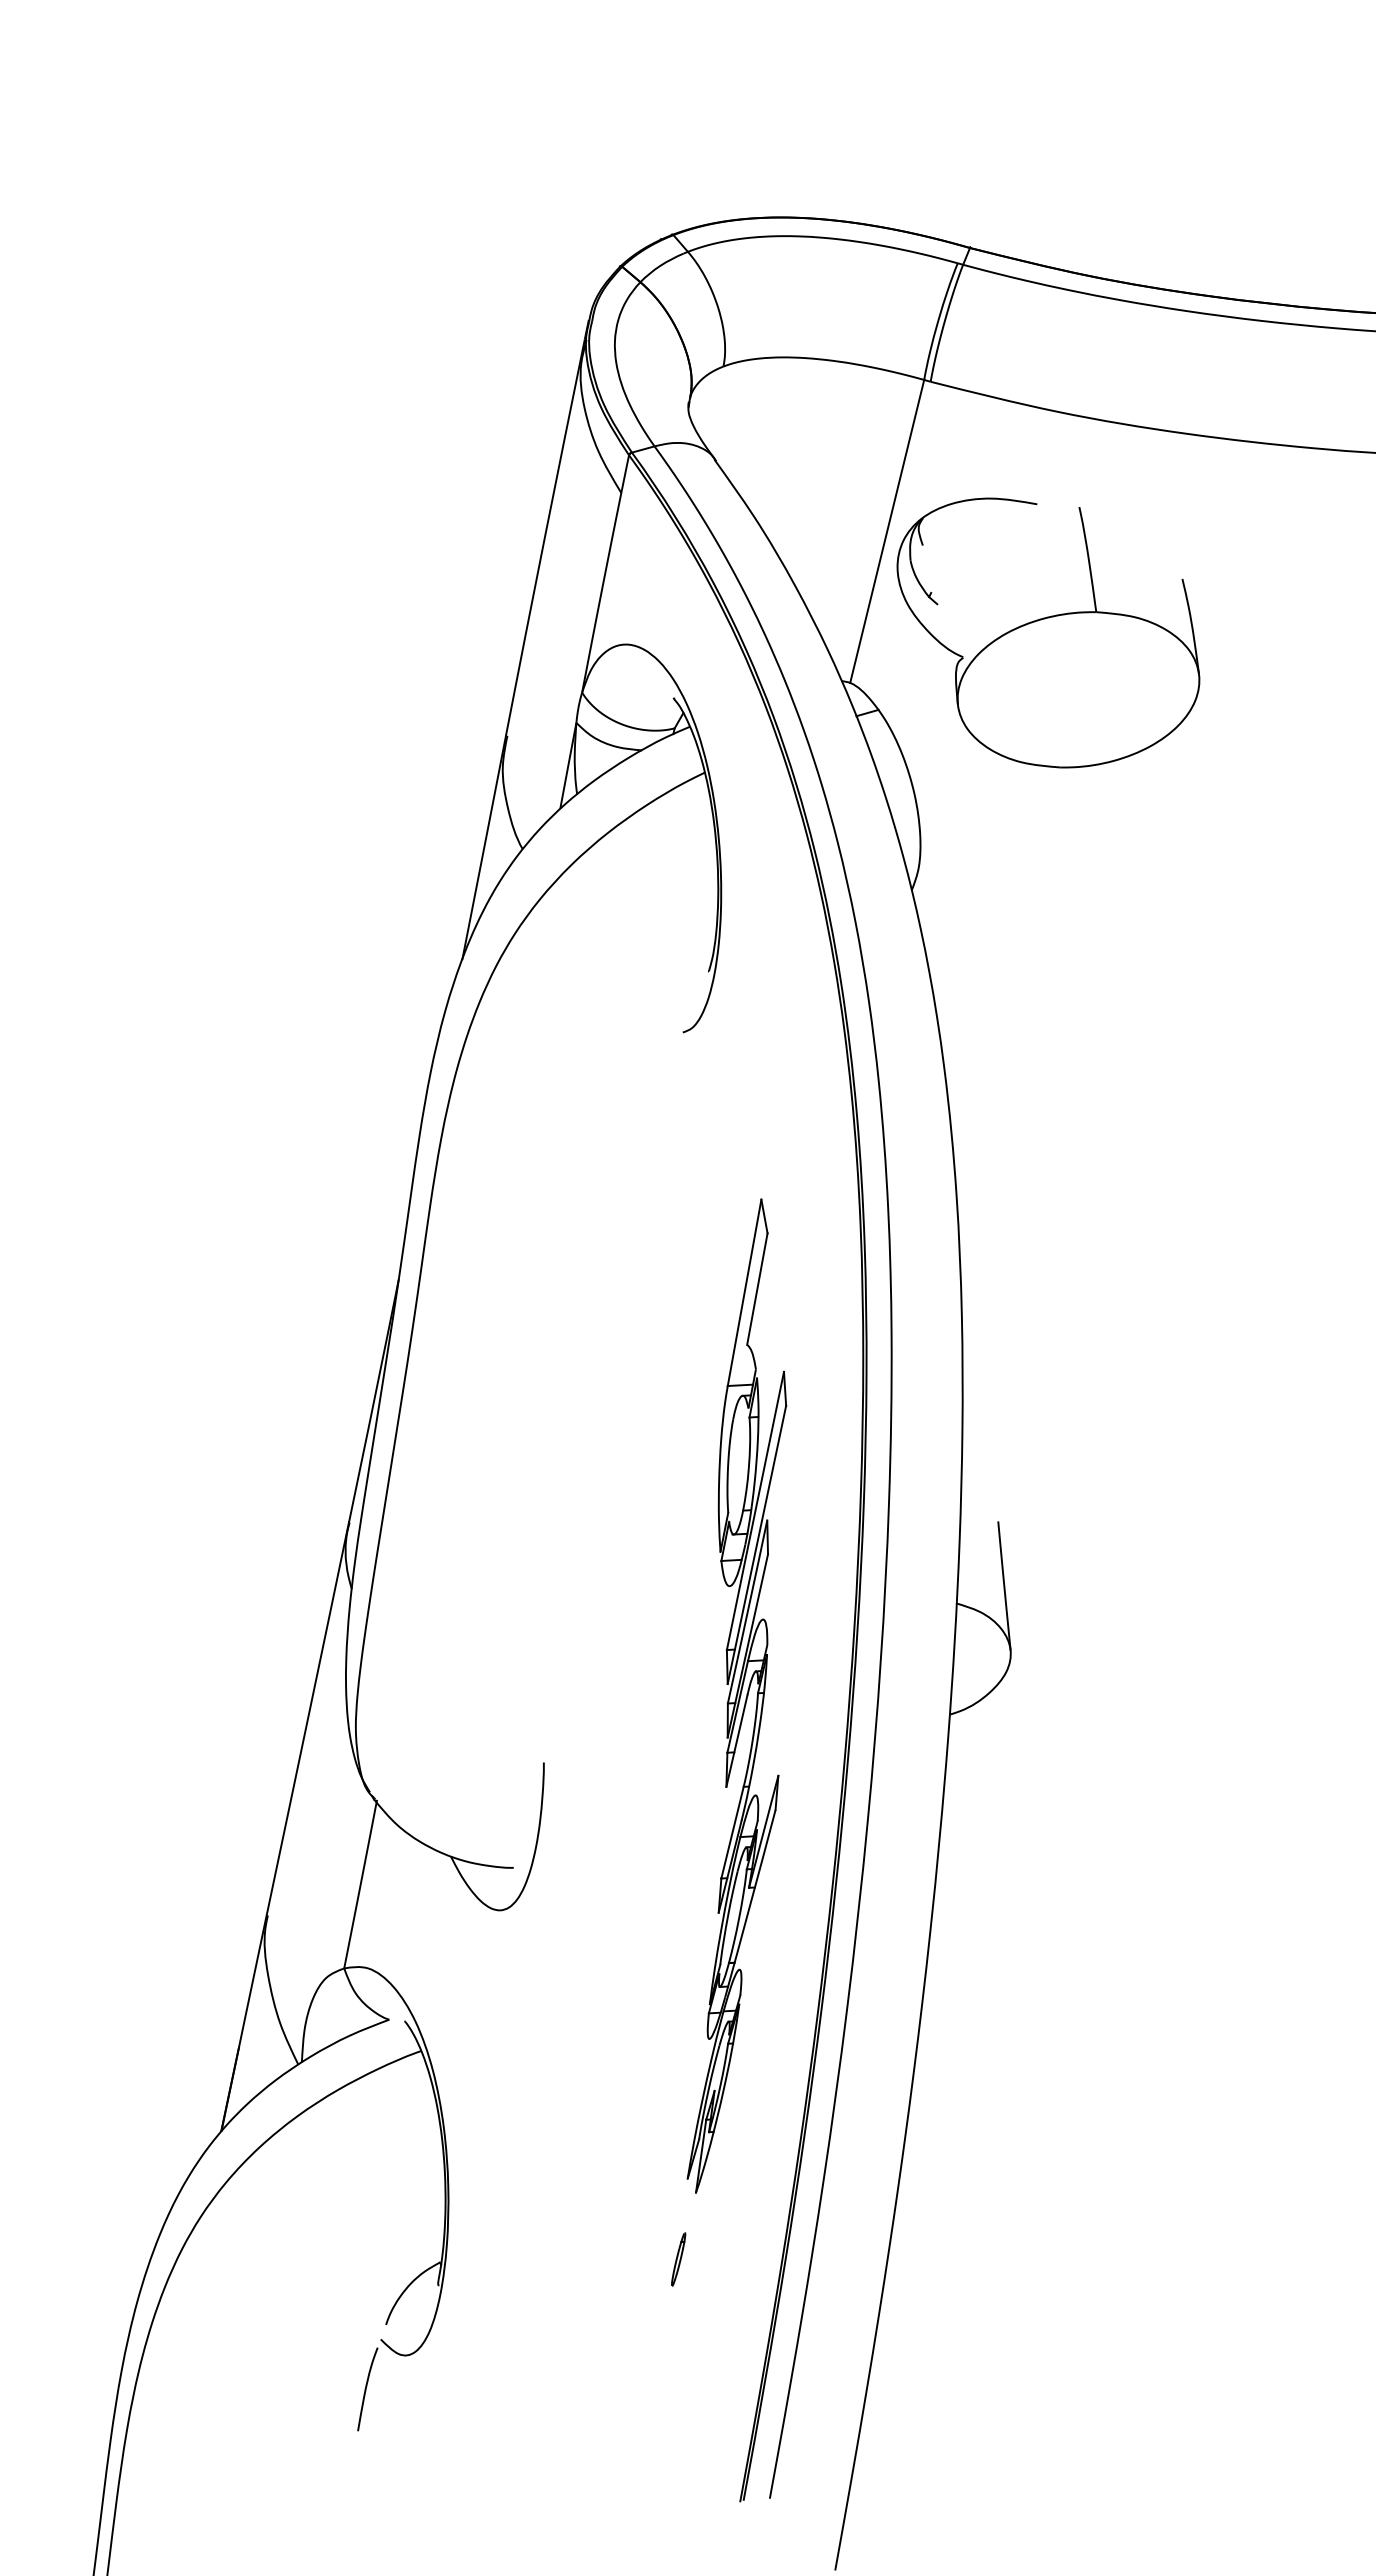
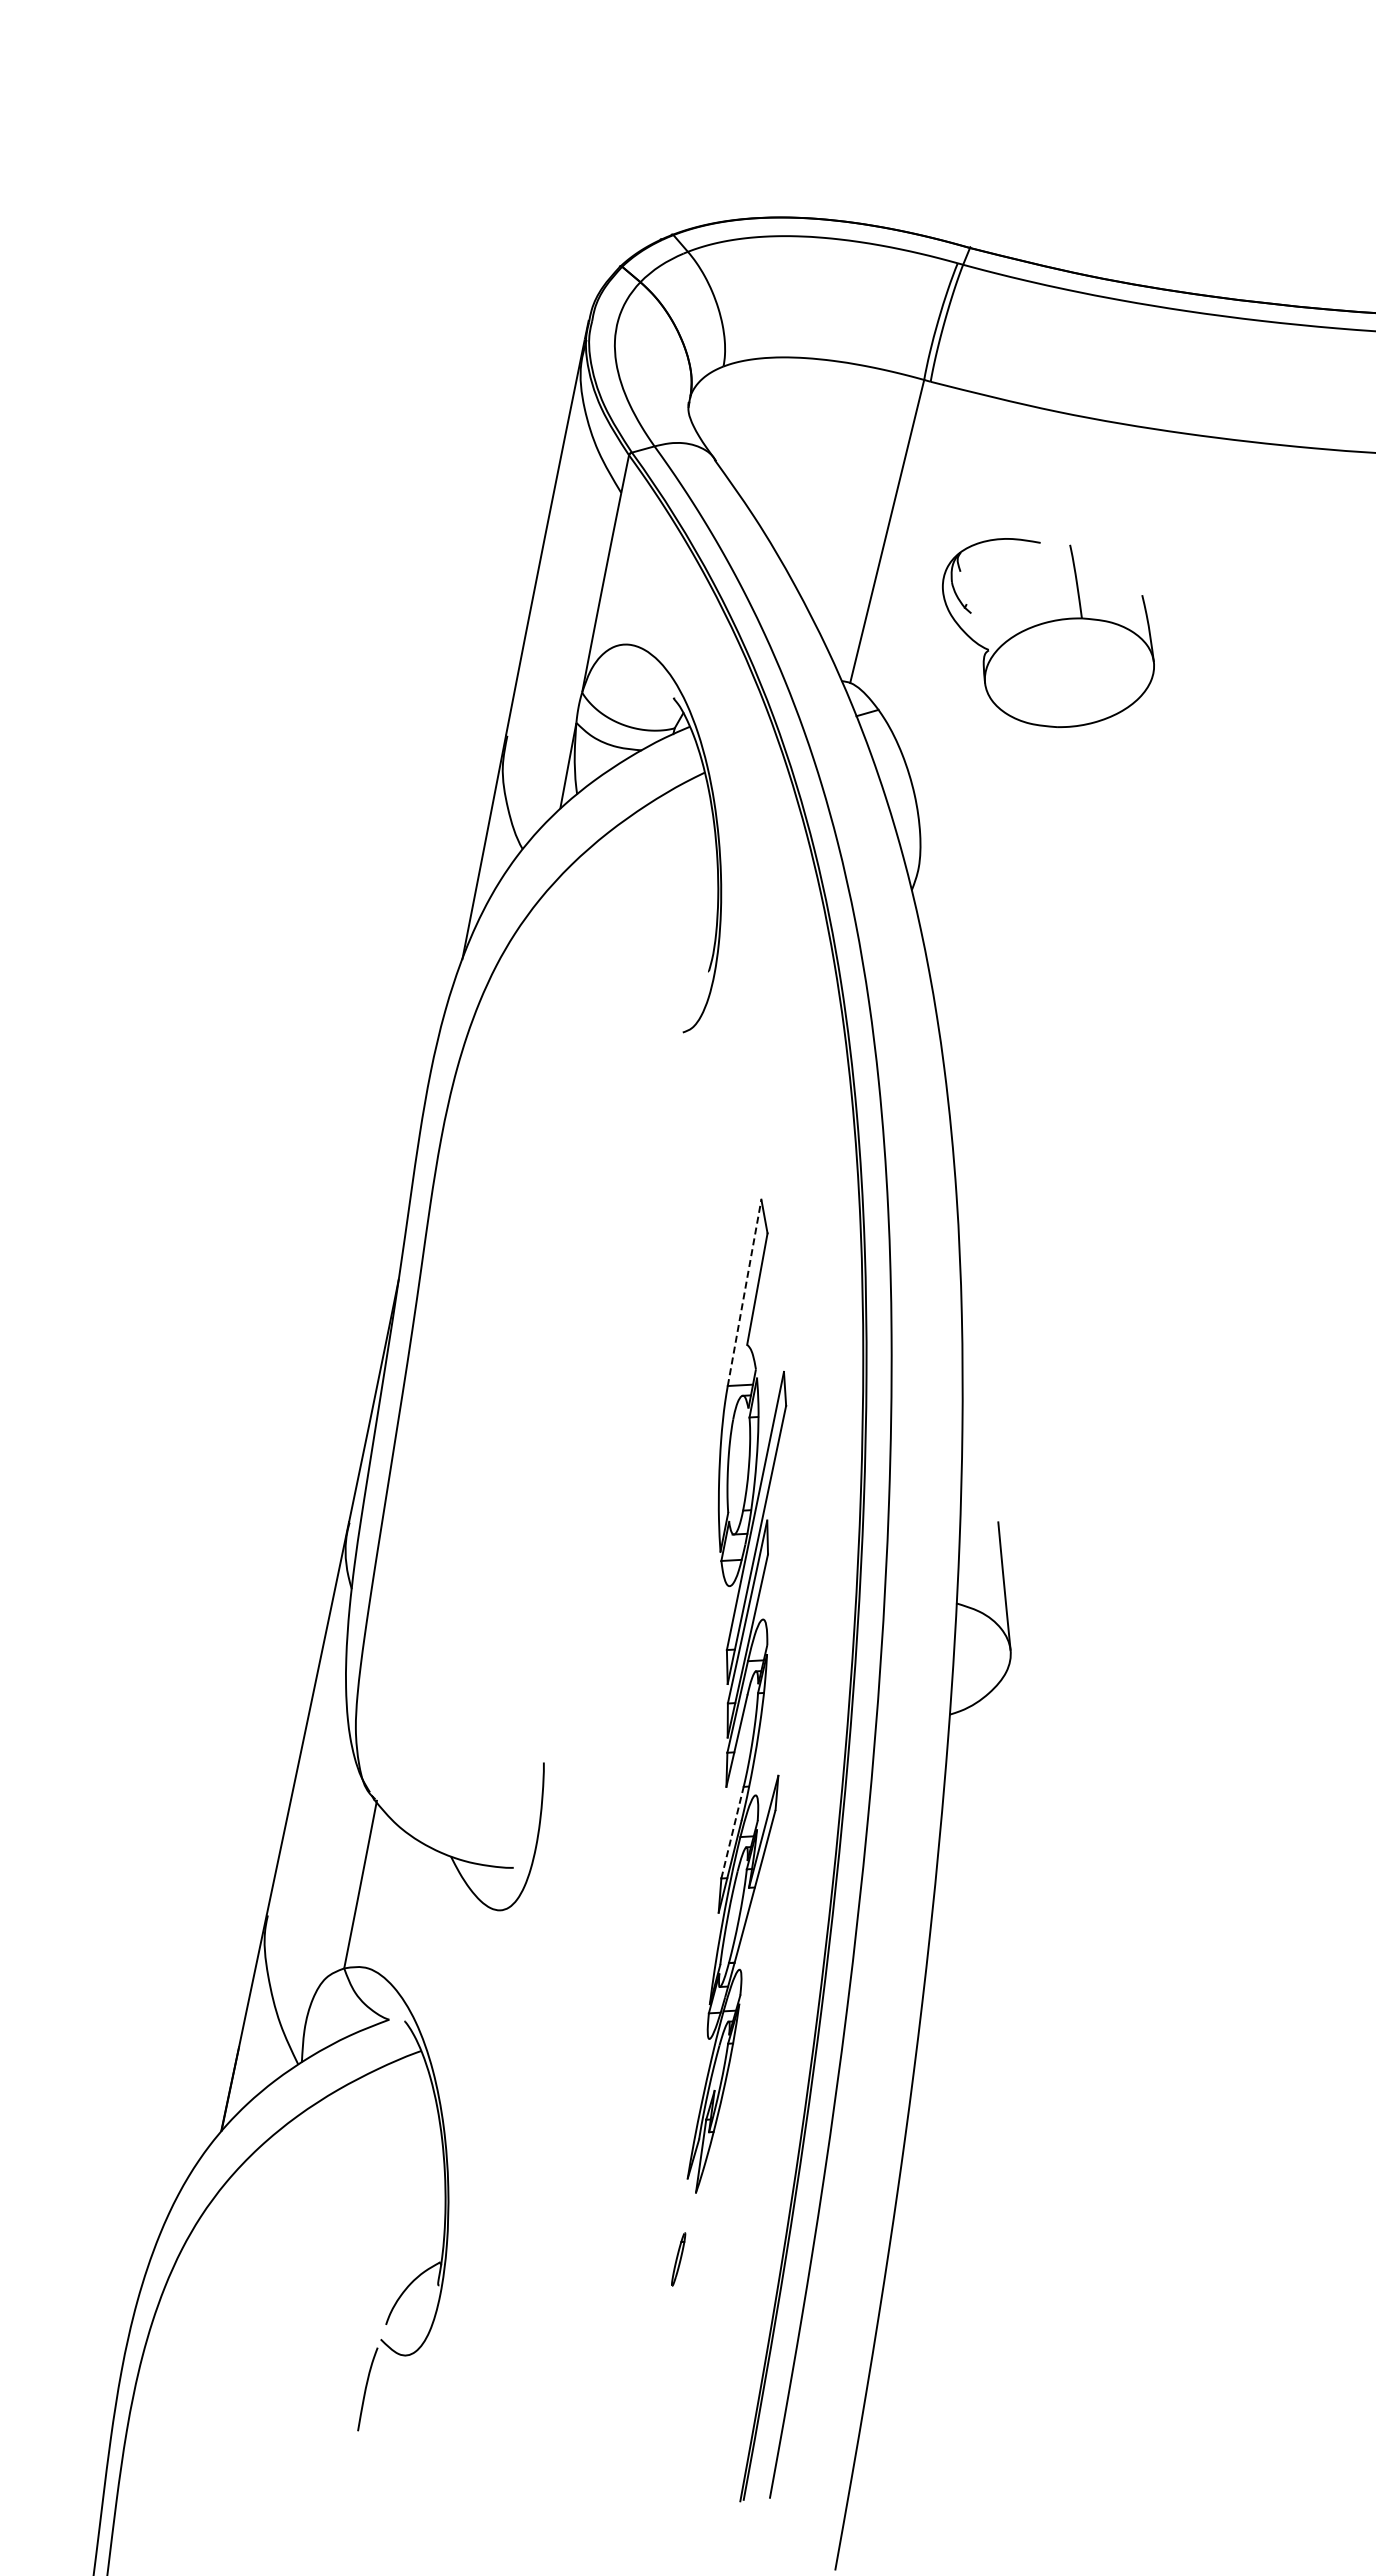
part at (1048, 632) size: 305x272 px -> 213x190 px
line at (744, 1292): solid -> dashed
line at (732, 1832): solid -> dashed
